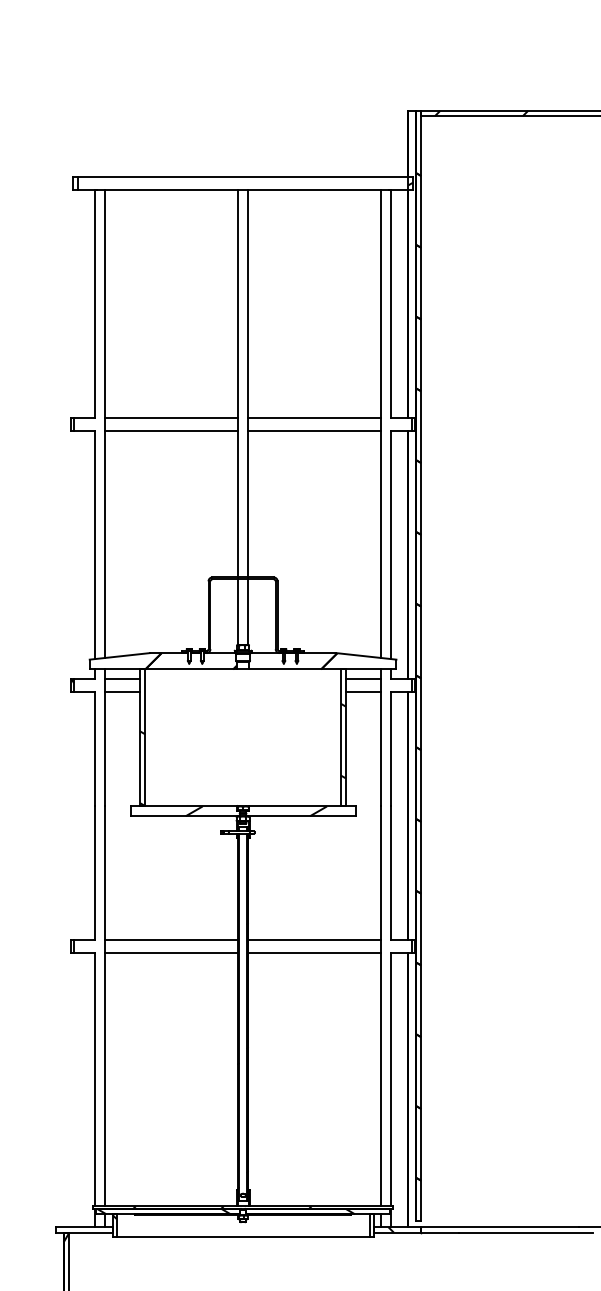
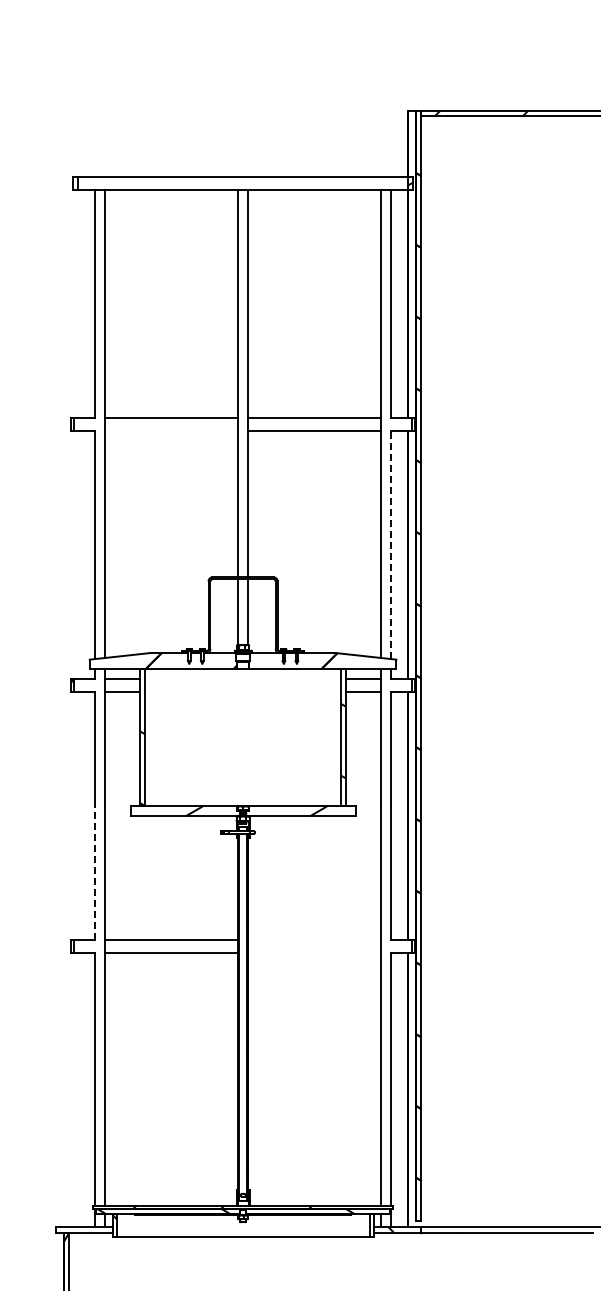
line at (171, 431): present -> none
line at (391, 545): solid -> dashed
line at (94, 873): solid -> dashed
line at (314, 940): present -> none
line at (314, 953): present -> none
